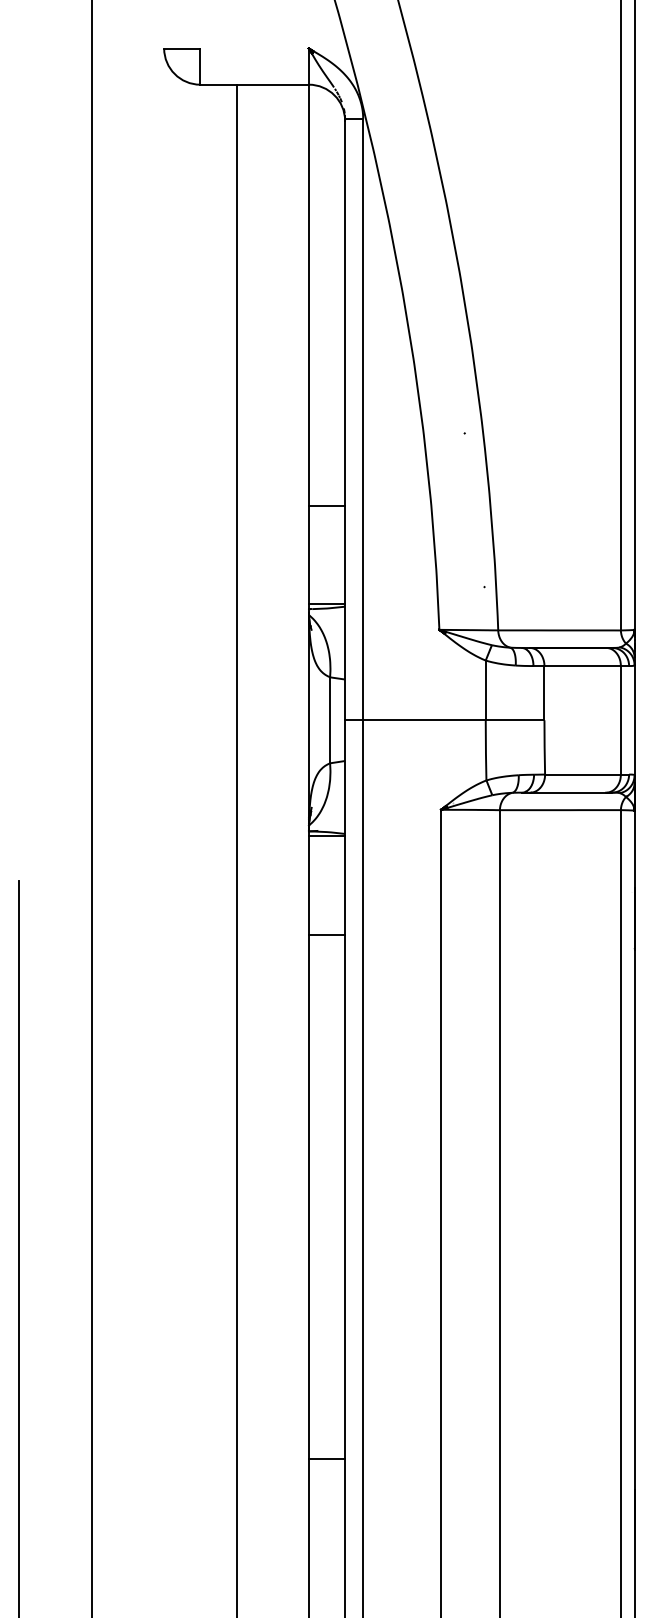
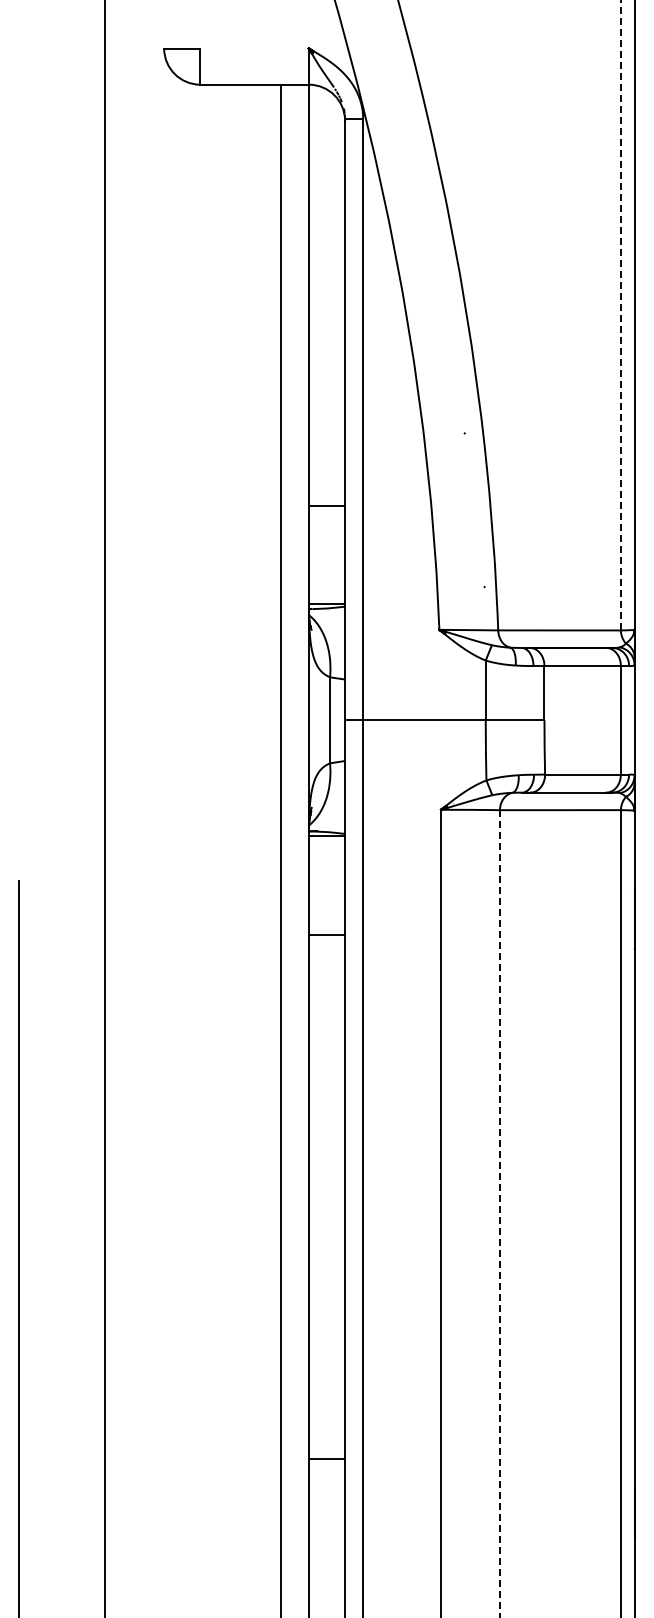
line at (620, 315): solid -> dashed
line at (91, 808) position: (91, 808) -> (104, 808)
line at (236, 849) position: (236, 849) -> (280, 849)
line at (499, 1213): solid -> dashed
